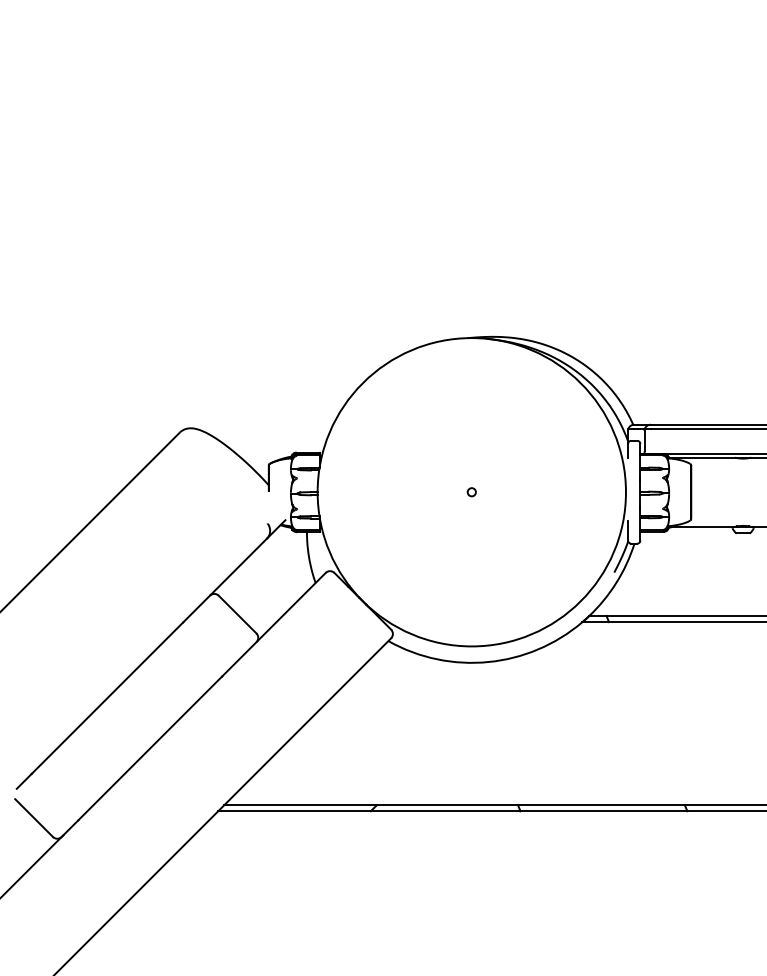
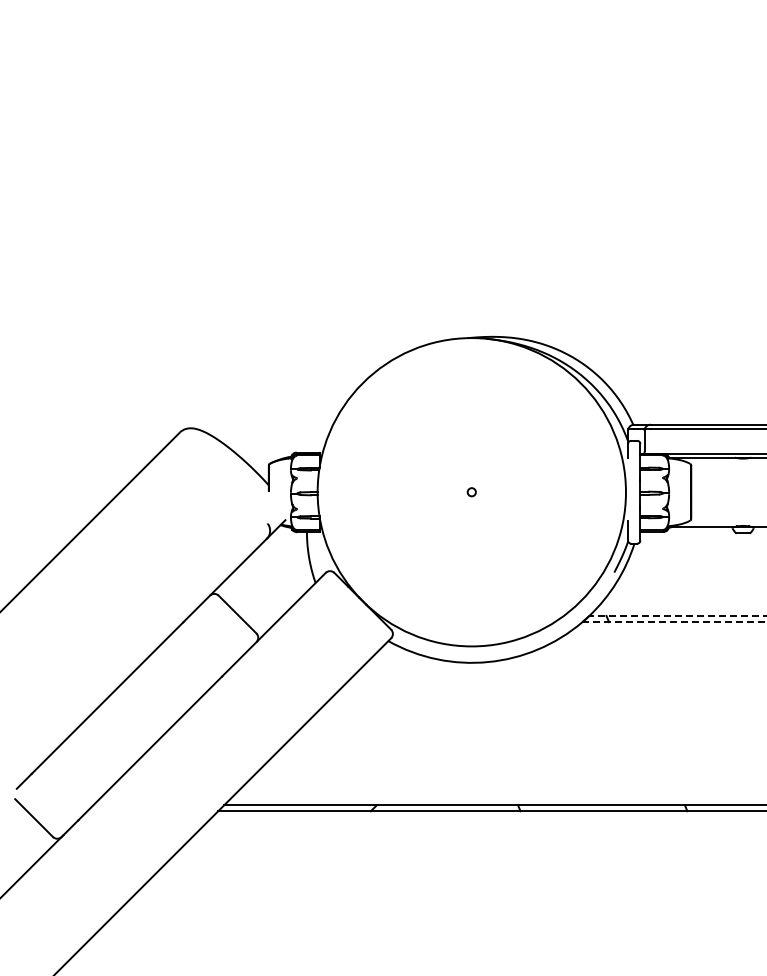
line at (677, 615): solid -> dashed
line at (674, 622): solid -> dashed
